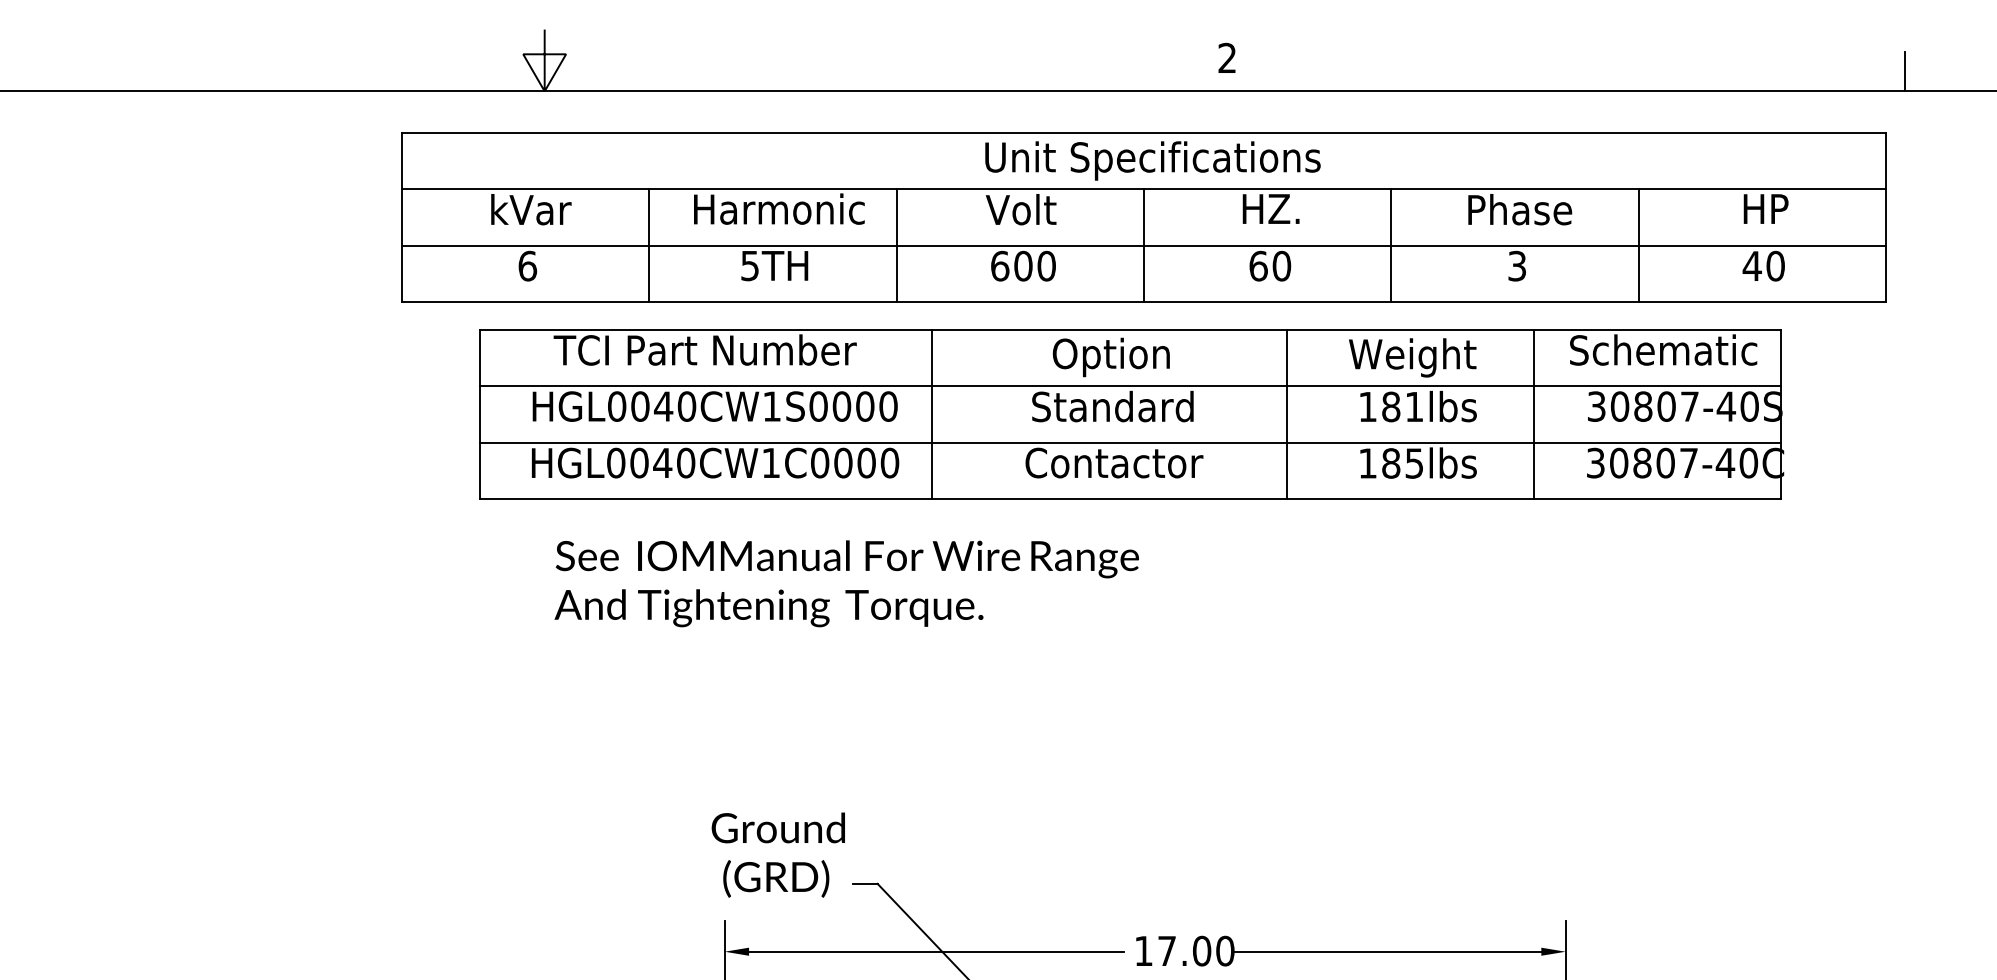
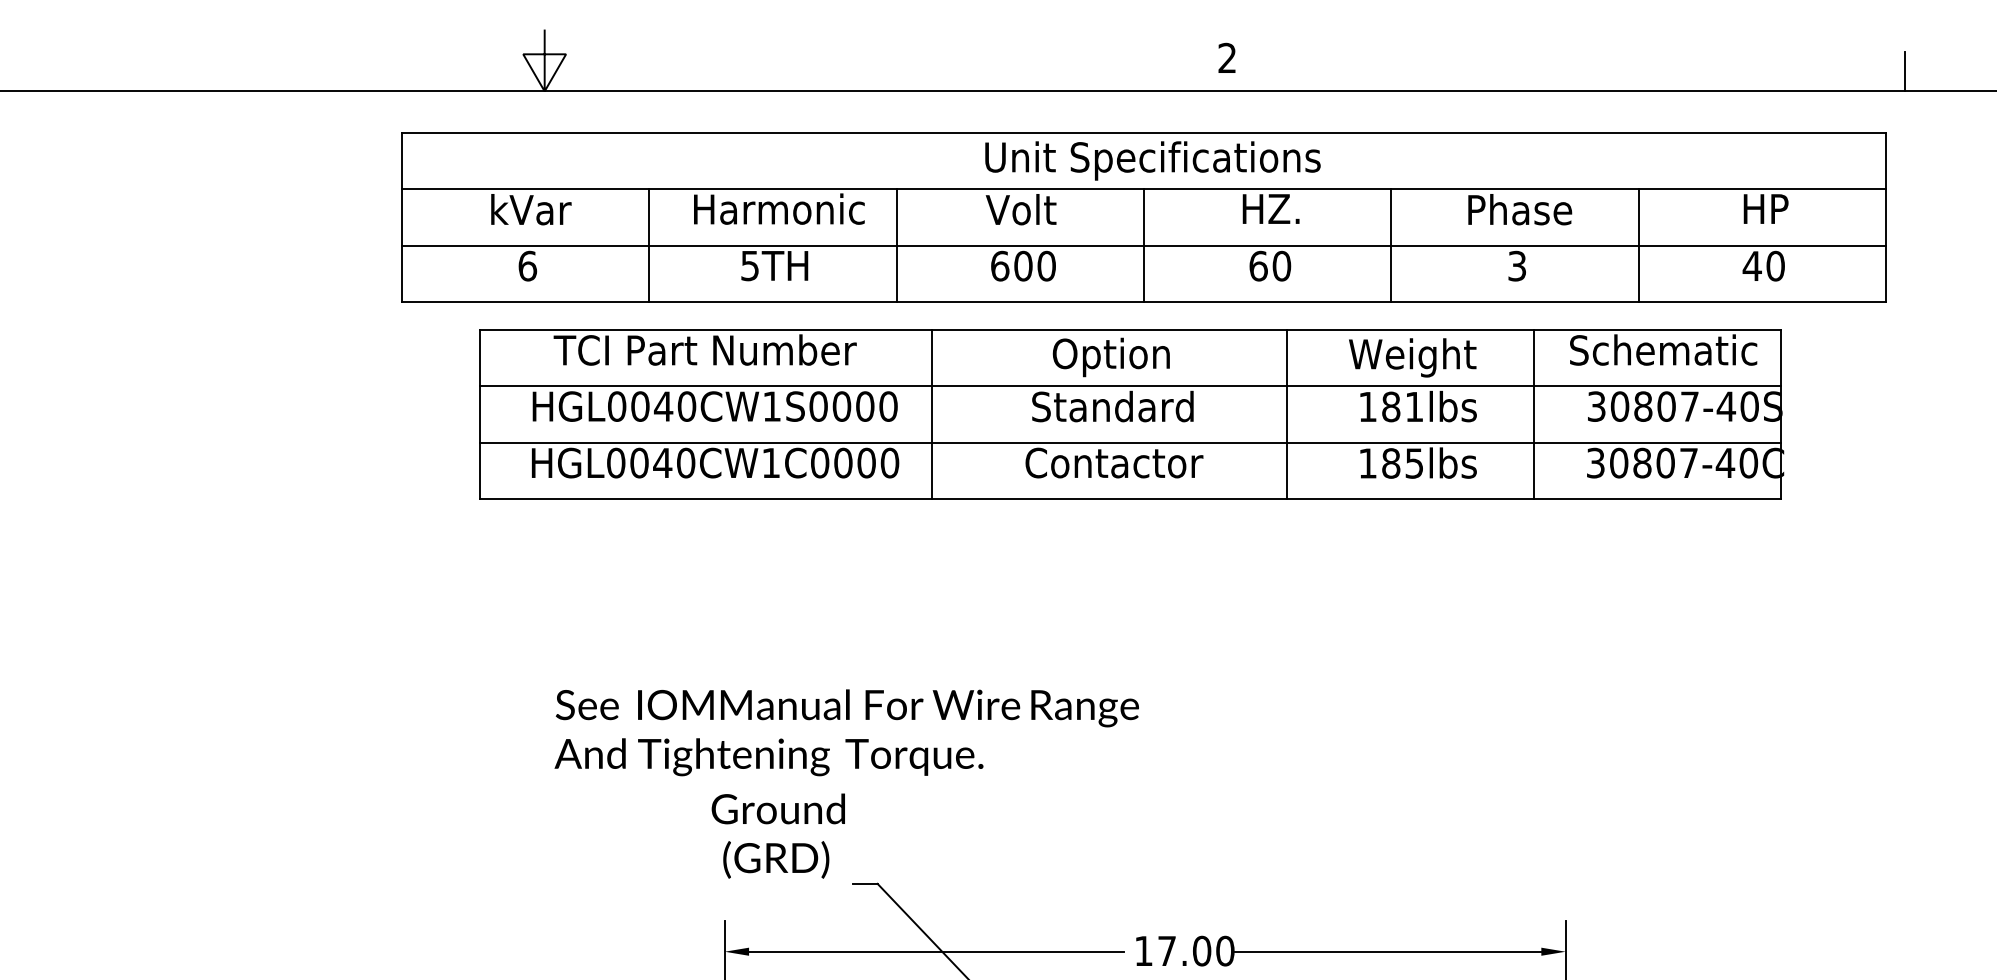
text at (846, 583) position: (846, 583) -> (846, 732)
text at (777, 854) position: (777, 854) -> (777, 835)
